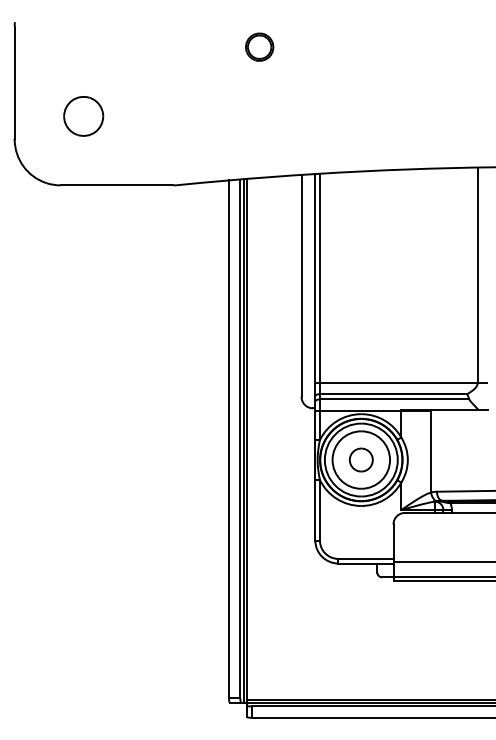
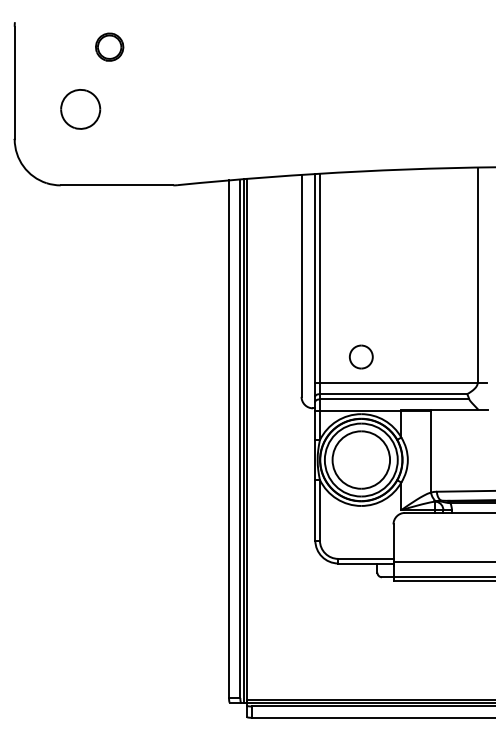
part at (259, 46) position: (259, 46) -> (109, 46)
part at (83, 116) position: (83, 116) -> (80, 109)
part at (361, 459) position: (361, 459) -> (361, 356)
